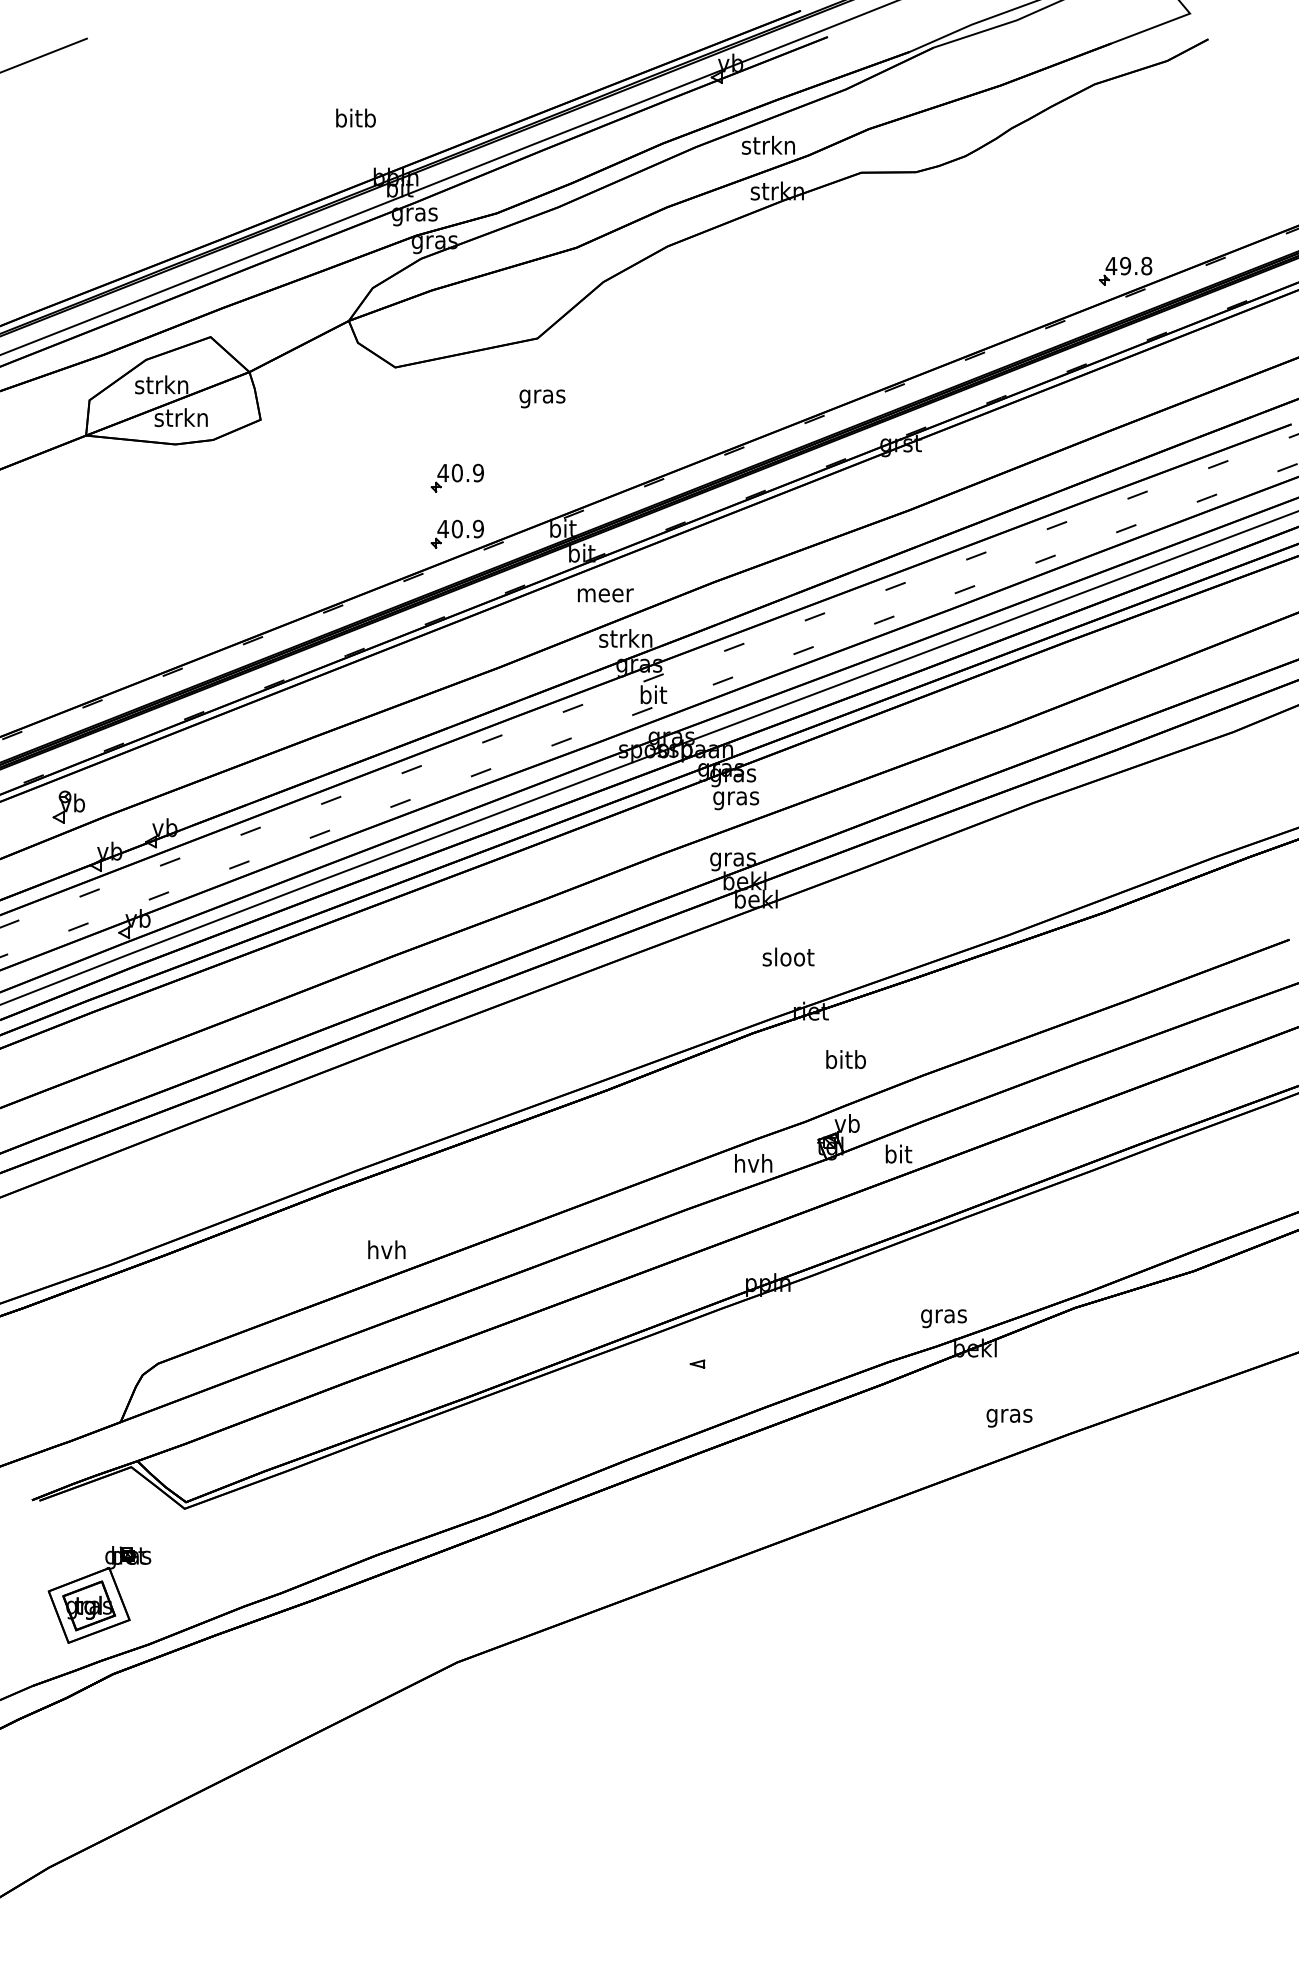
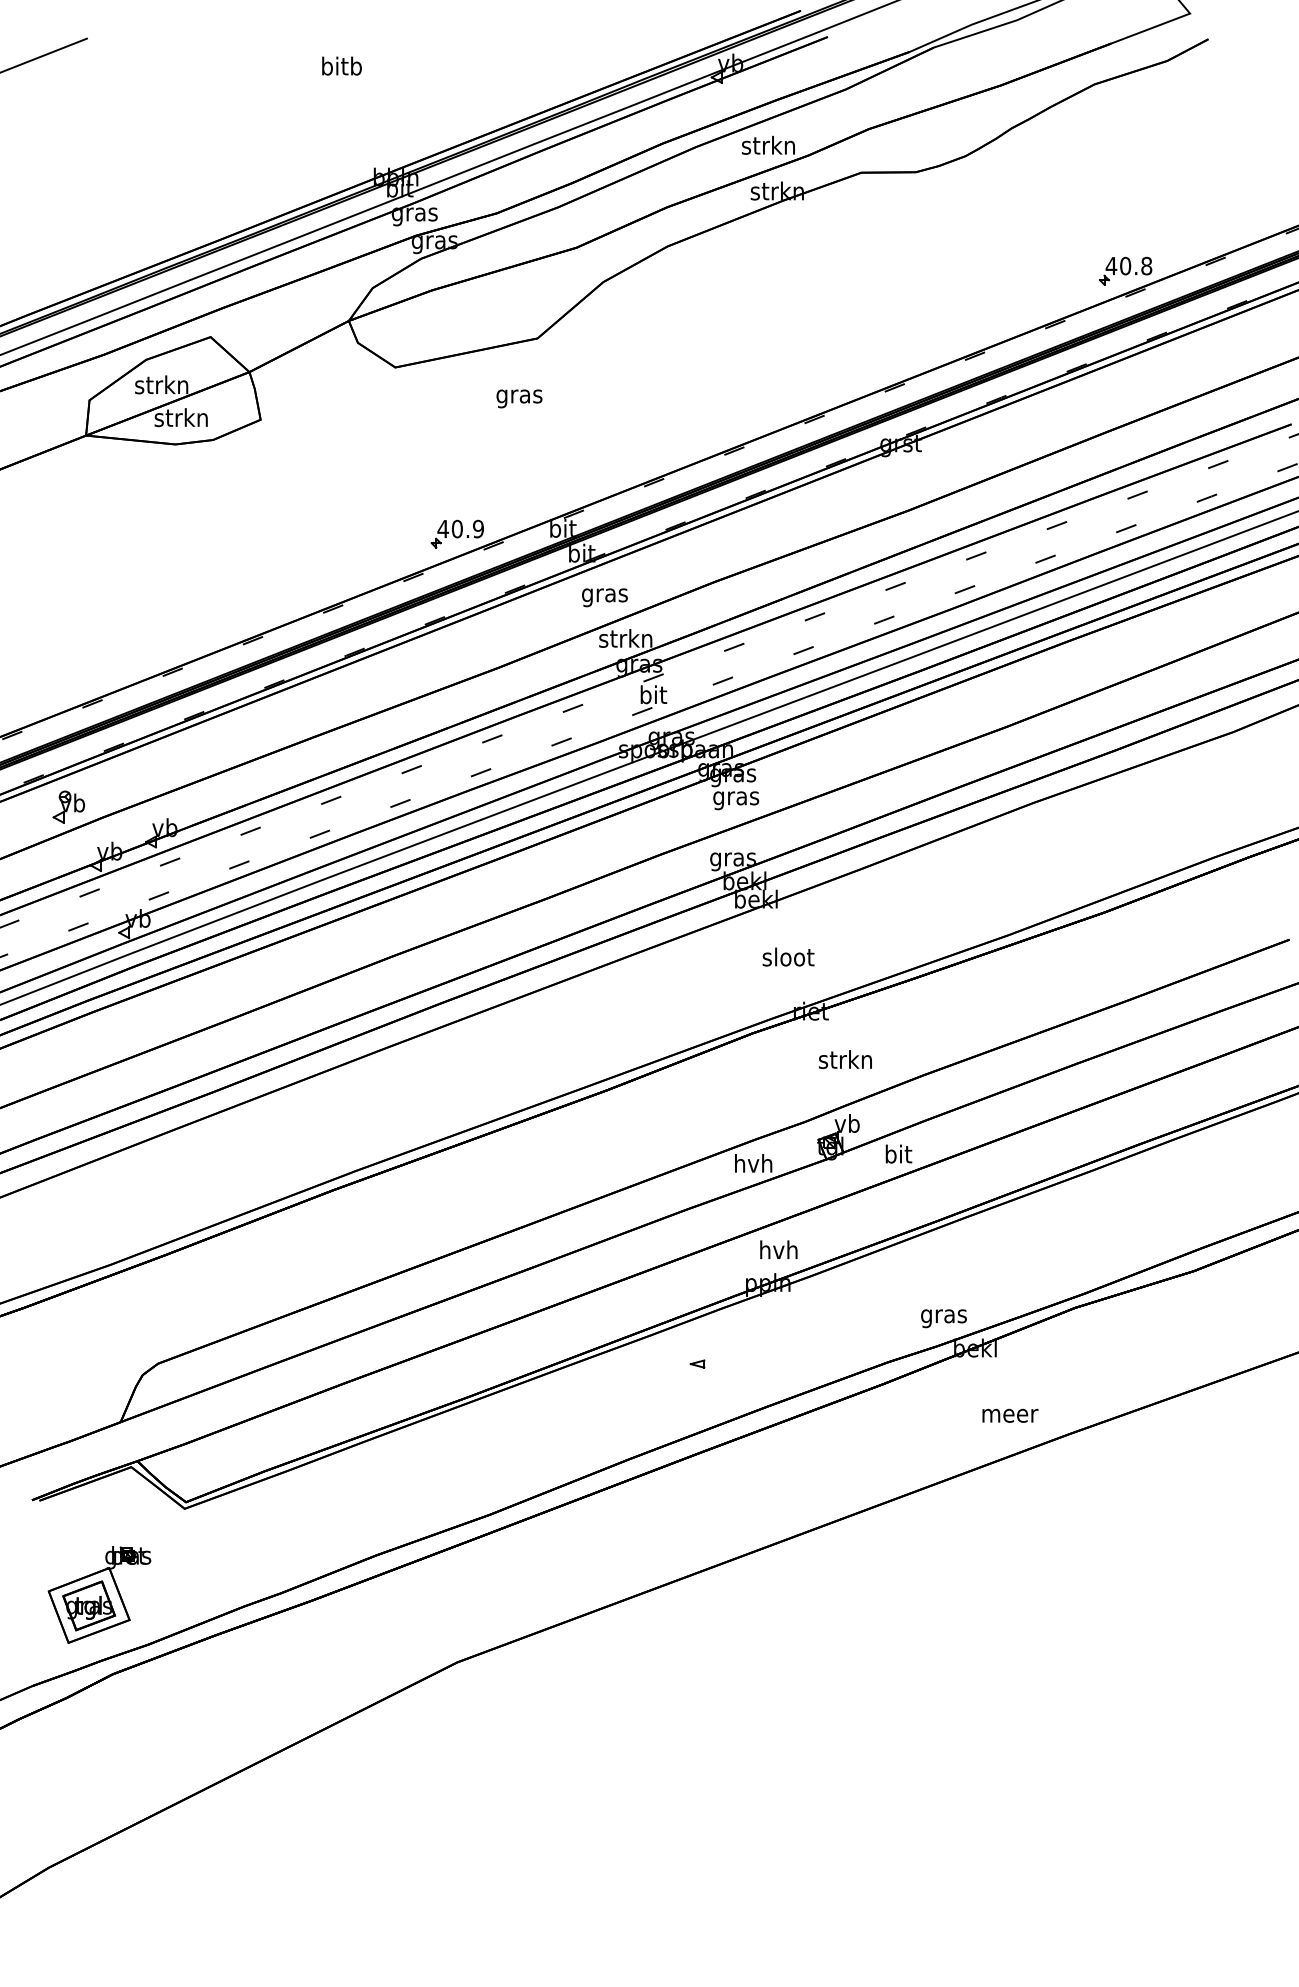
text at (355, 117) position: (355, 117) -> (341, 65)
text at (1125, 266): 49.8 -> 40.8
text at (542, 398) position: (542, 398) -> (519, 398)
part at (456, 477): present -> none
text at (605, 597): meer -> gras
text at (844, 1059): bitb -> strkn
text at (386, 1249) position: (386, 1249) -> (778, 1249)
text at (1010, 1417): gras -> meer
